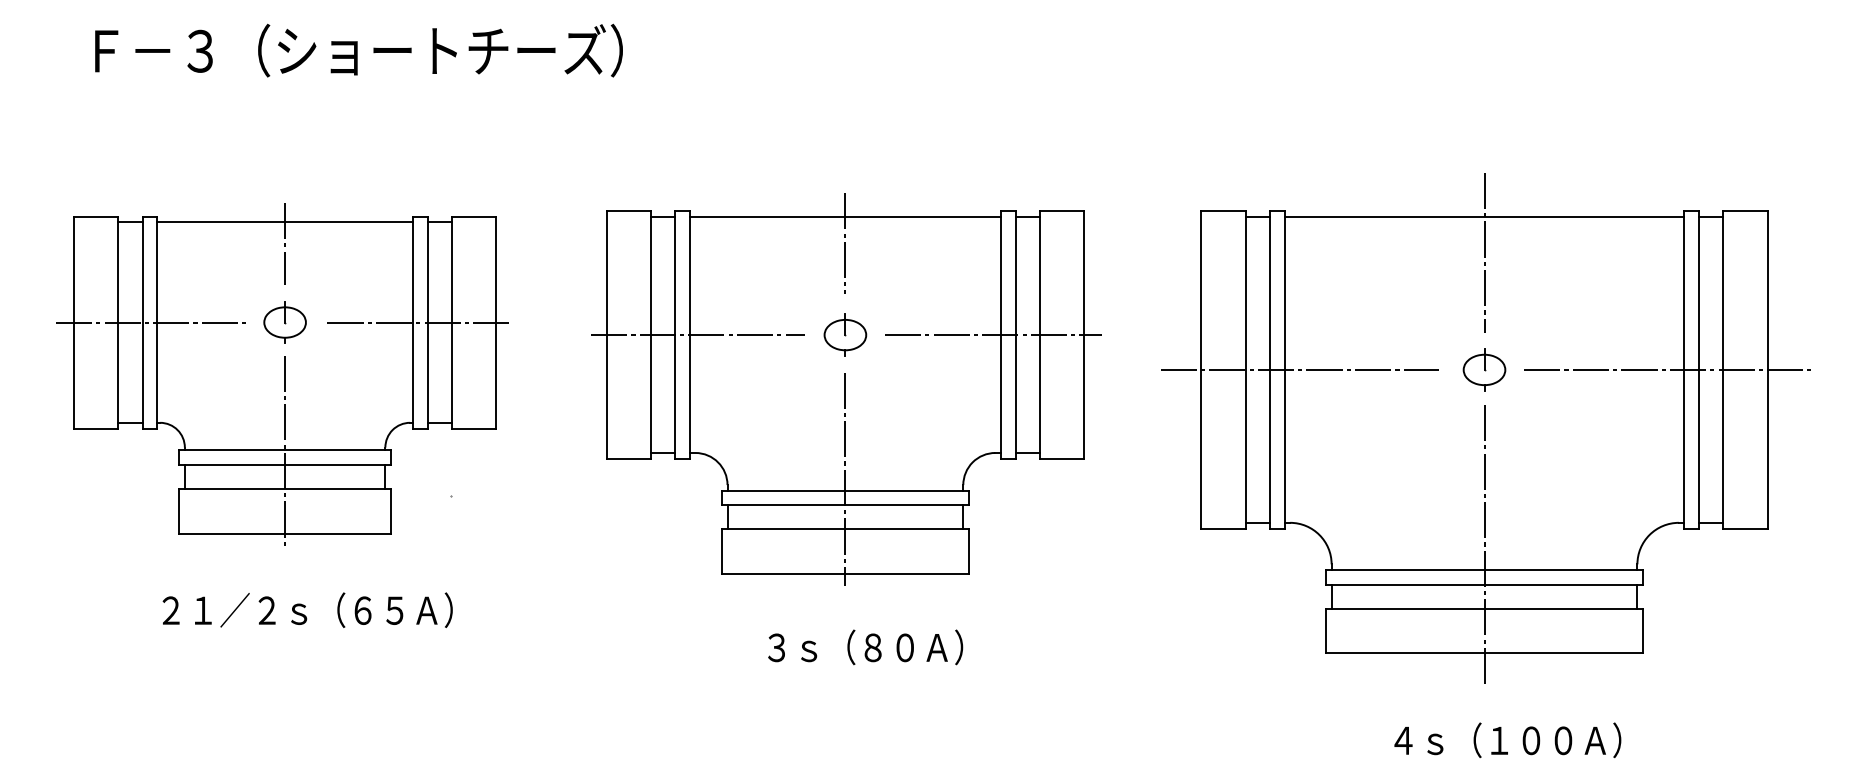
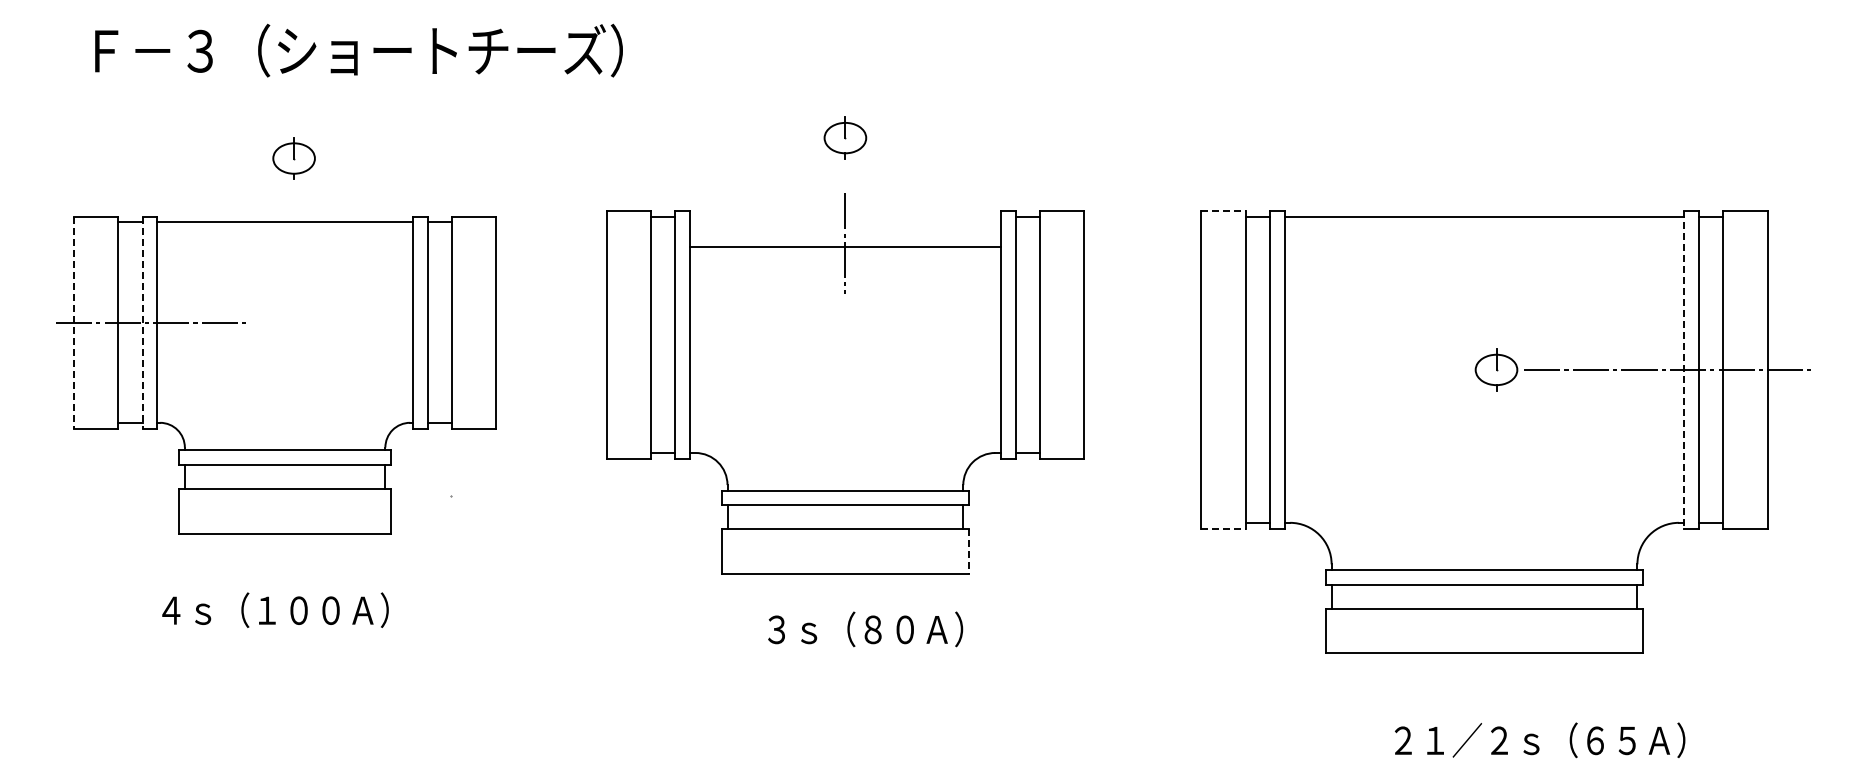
line at (1223, 211): solid -> dashed
line at (844, 217) position: (844, 217) -> (844, 247)
line at (285, 243): present -> none
line at (1484, 252): present -> none
line at (74, 322): solid -> dashed
line at (142, 322): solid -> dashed
part at (284, 322) position: (284, 322) -> (293, 158)
line at (420, 322): present -> none
part at (845, 334) position: (845, 334) -> (845, 137)
line at (697, 335): present -> none
line at (993, 335): present -> none
line at (1299, 369): present -> none
part at (1484, 369) position: (1484, 369) -> (1496, 369)
line at (1684, 369): solid -> dashed
line at (285, 451): present -> none
line at (845, 478): present -> none
line at (1223, 528): solid -> dashed
line at (1484, 543): present -> none
line at (969, 552): solid -> dashed
text at (307, 610): ２１／２ｓ（６５Ａ） -> ４ｓ（１００Ａ）
text at (865, 647) position: (865, 647) -> (865, 629)
text at (1539, 740): ４ｓ（１００Ａ） -> ２１／２ｓ（６５Ａ）
